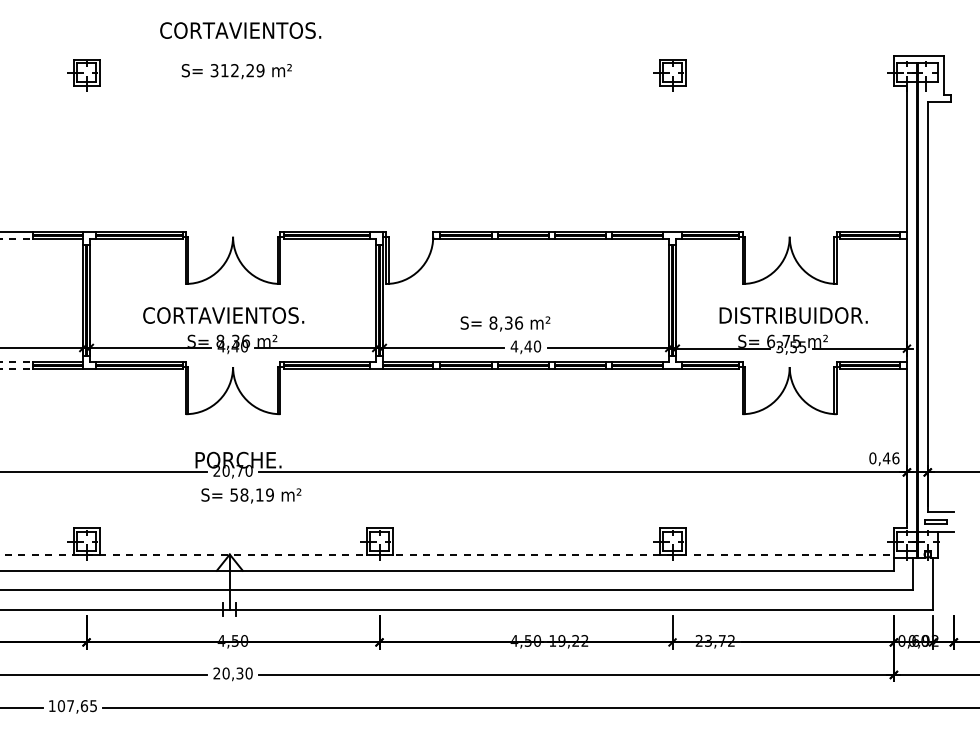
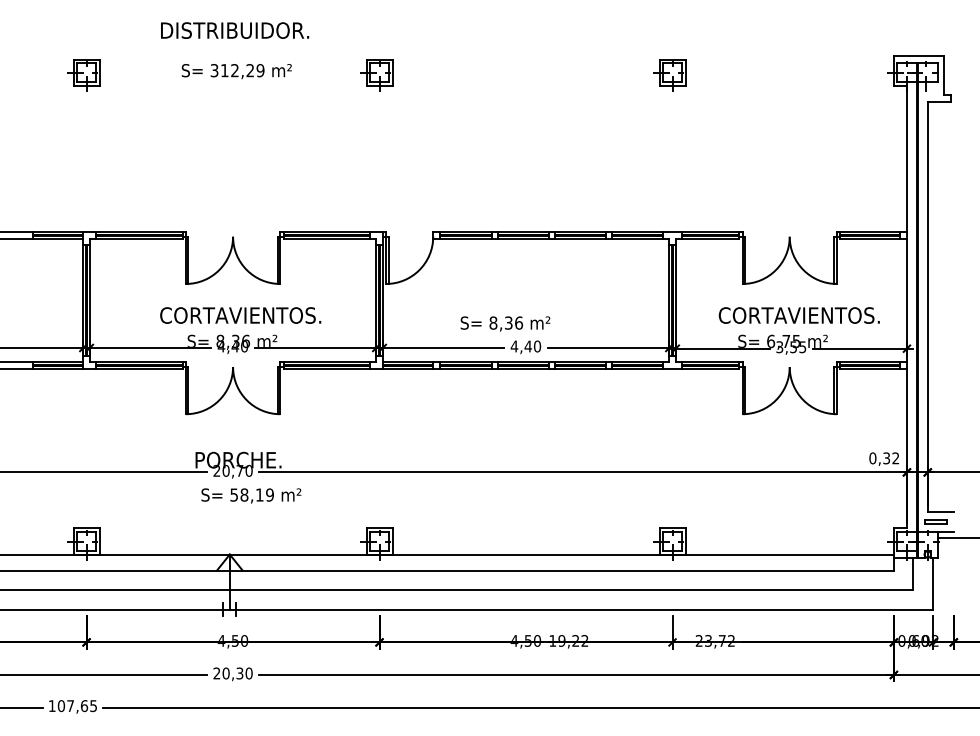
text at (240, 30): CORTAVIENTOS. -> DISTRIBUIDOR.
part at (376, 75): none -> present
line at (17, 238): dashed -> solid
text at (223, 315) position: (223, 315) -> (240, 315)
text at (798, 315): DISTRIBUIDOR. -> CORTAVIENTOS.
line at (17, 362): dashed -> solid
line at (17, 368): dashed -> solid
text at (890, 458): 0,46 -> 0,32
line at (956, 538): none -> present
line at (447, 554): dashed -> solid
